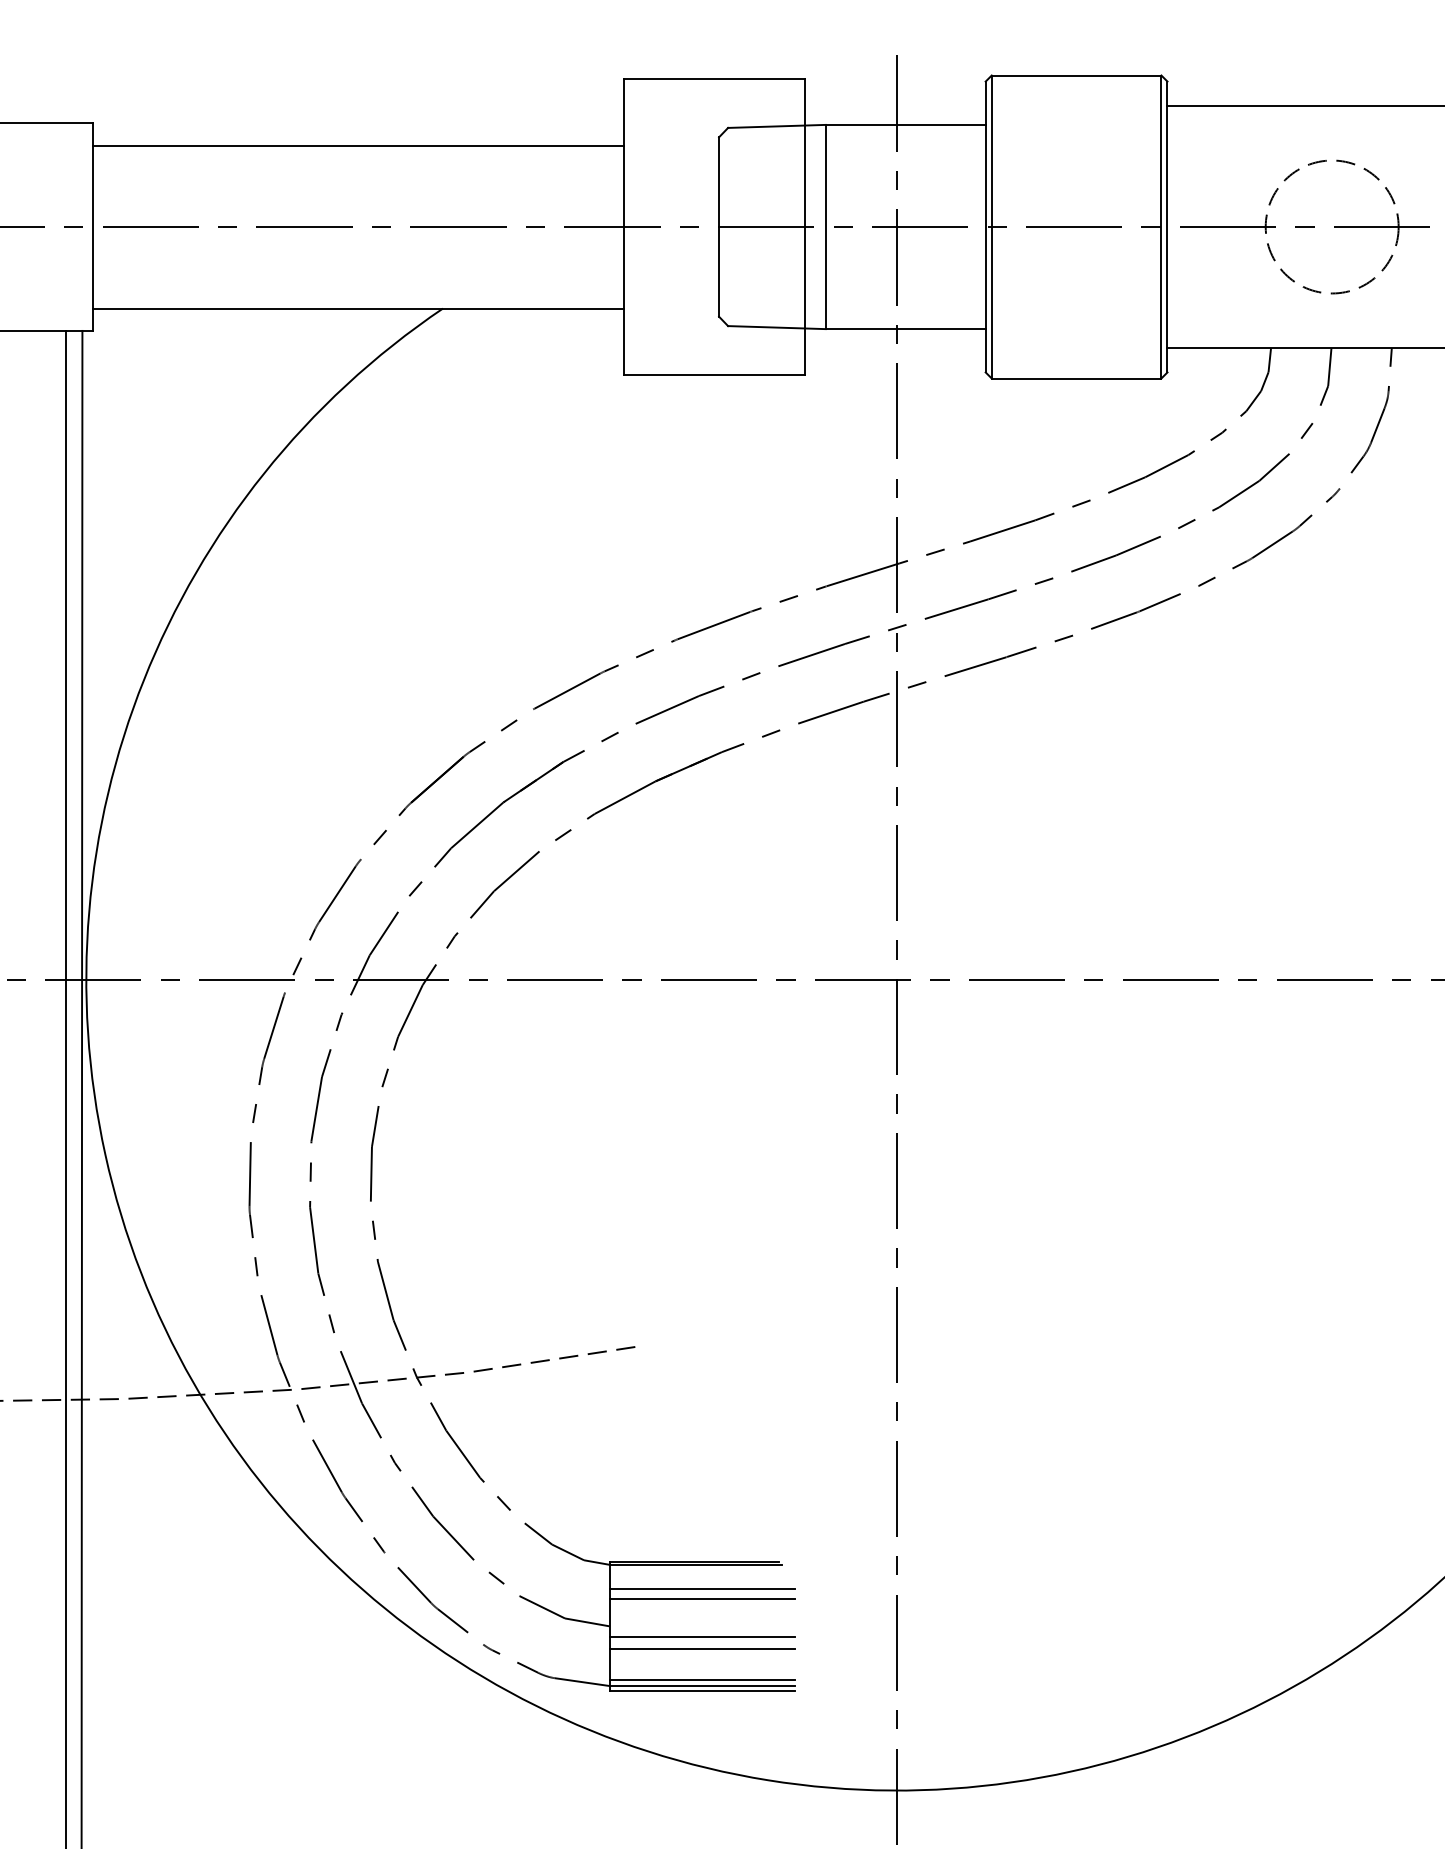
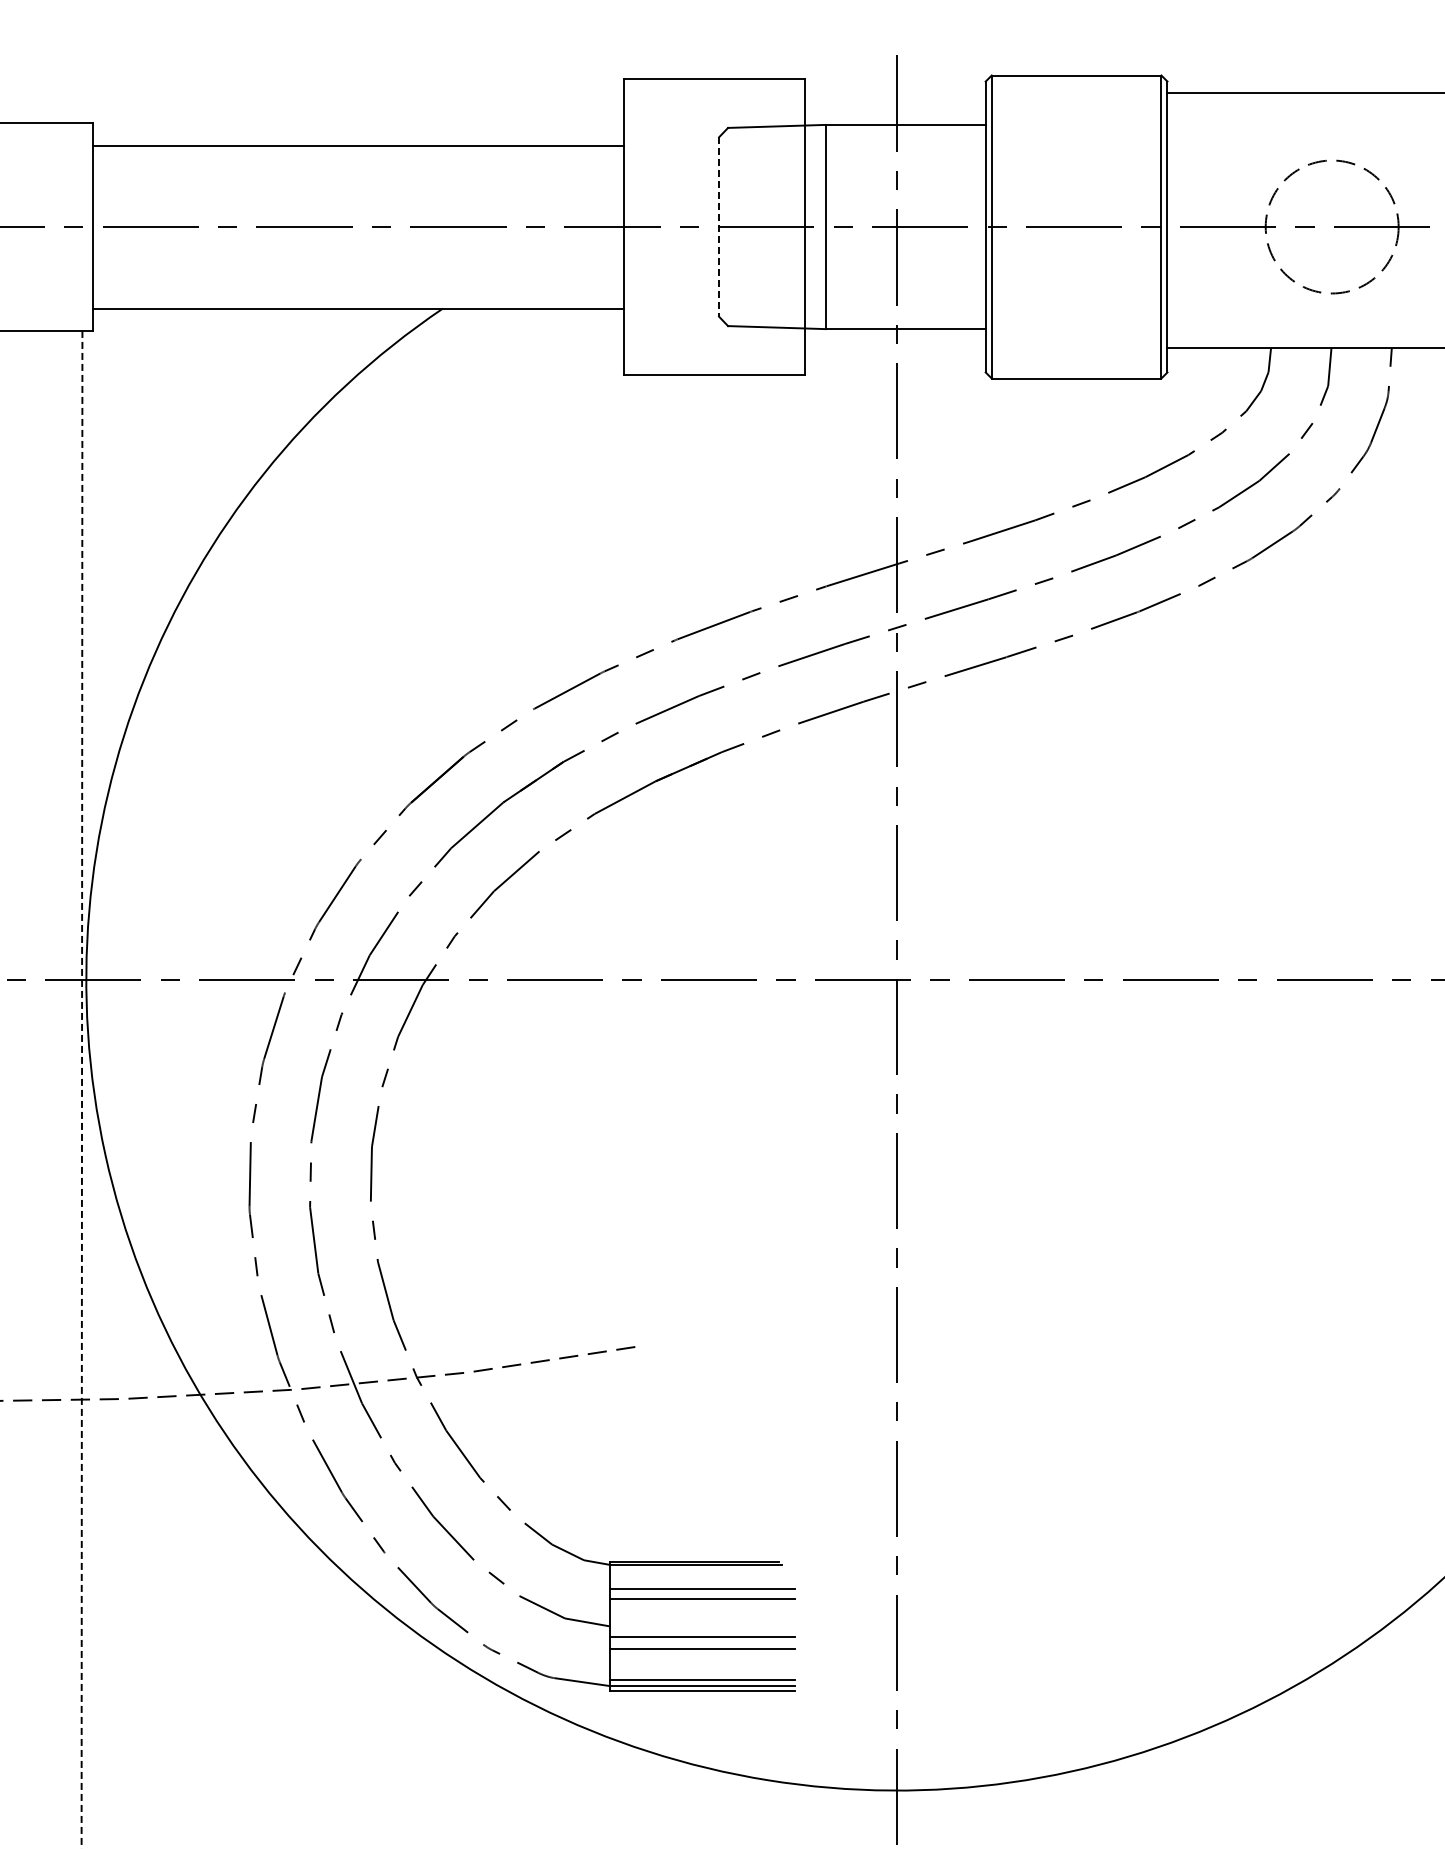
line at (1304, 105) position: (1304, 105) -> (1304, 92)
line at (719, 227): solid -> dashed
line at (66, 1087): present -> none
line at (82, 1089): solid -> dashed
